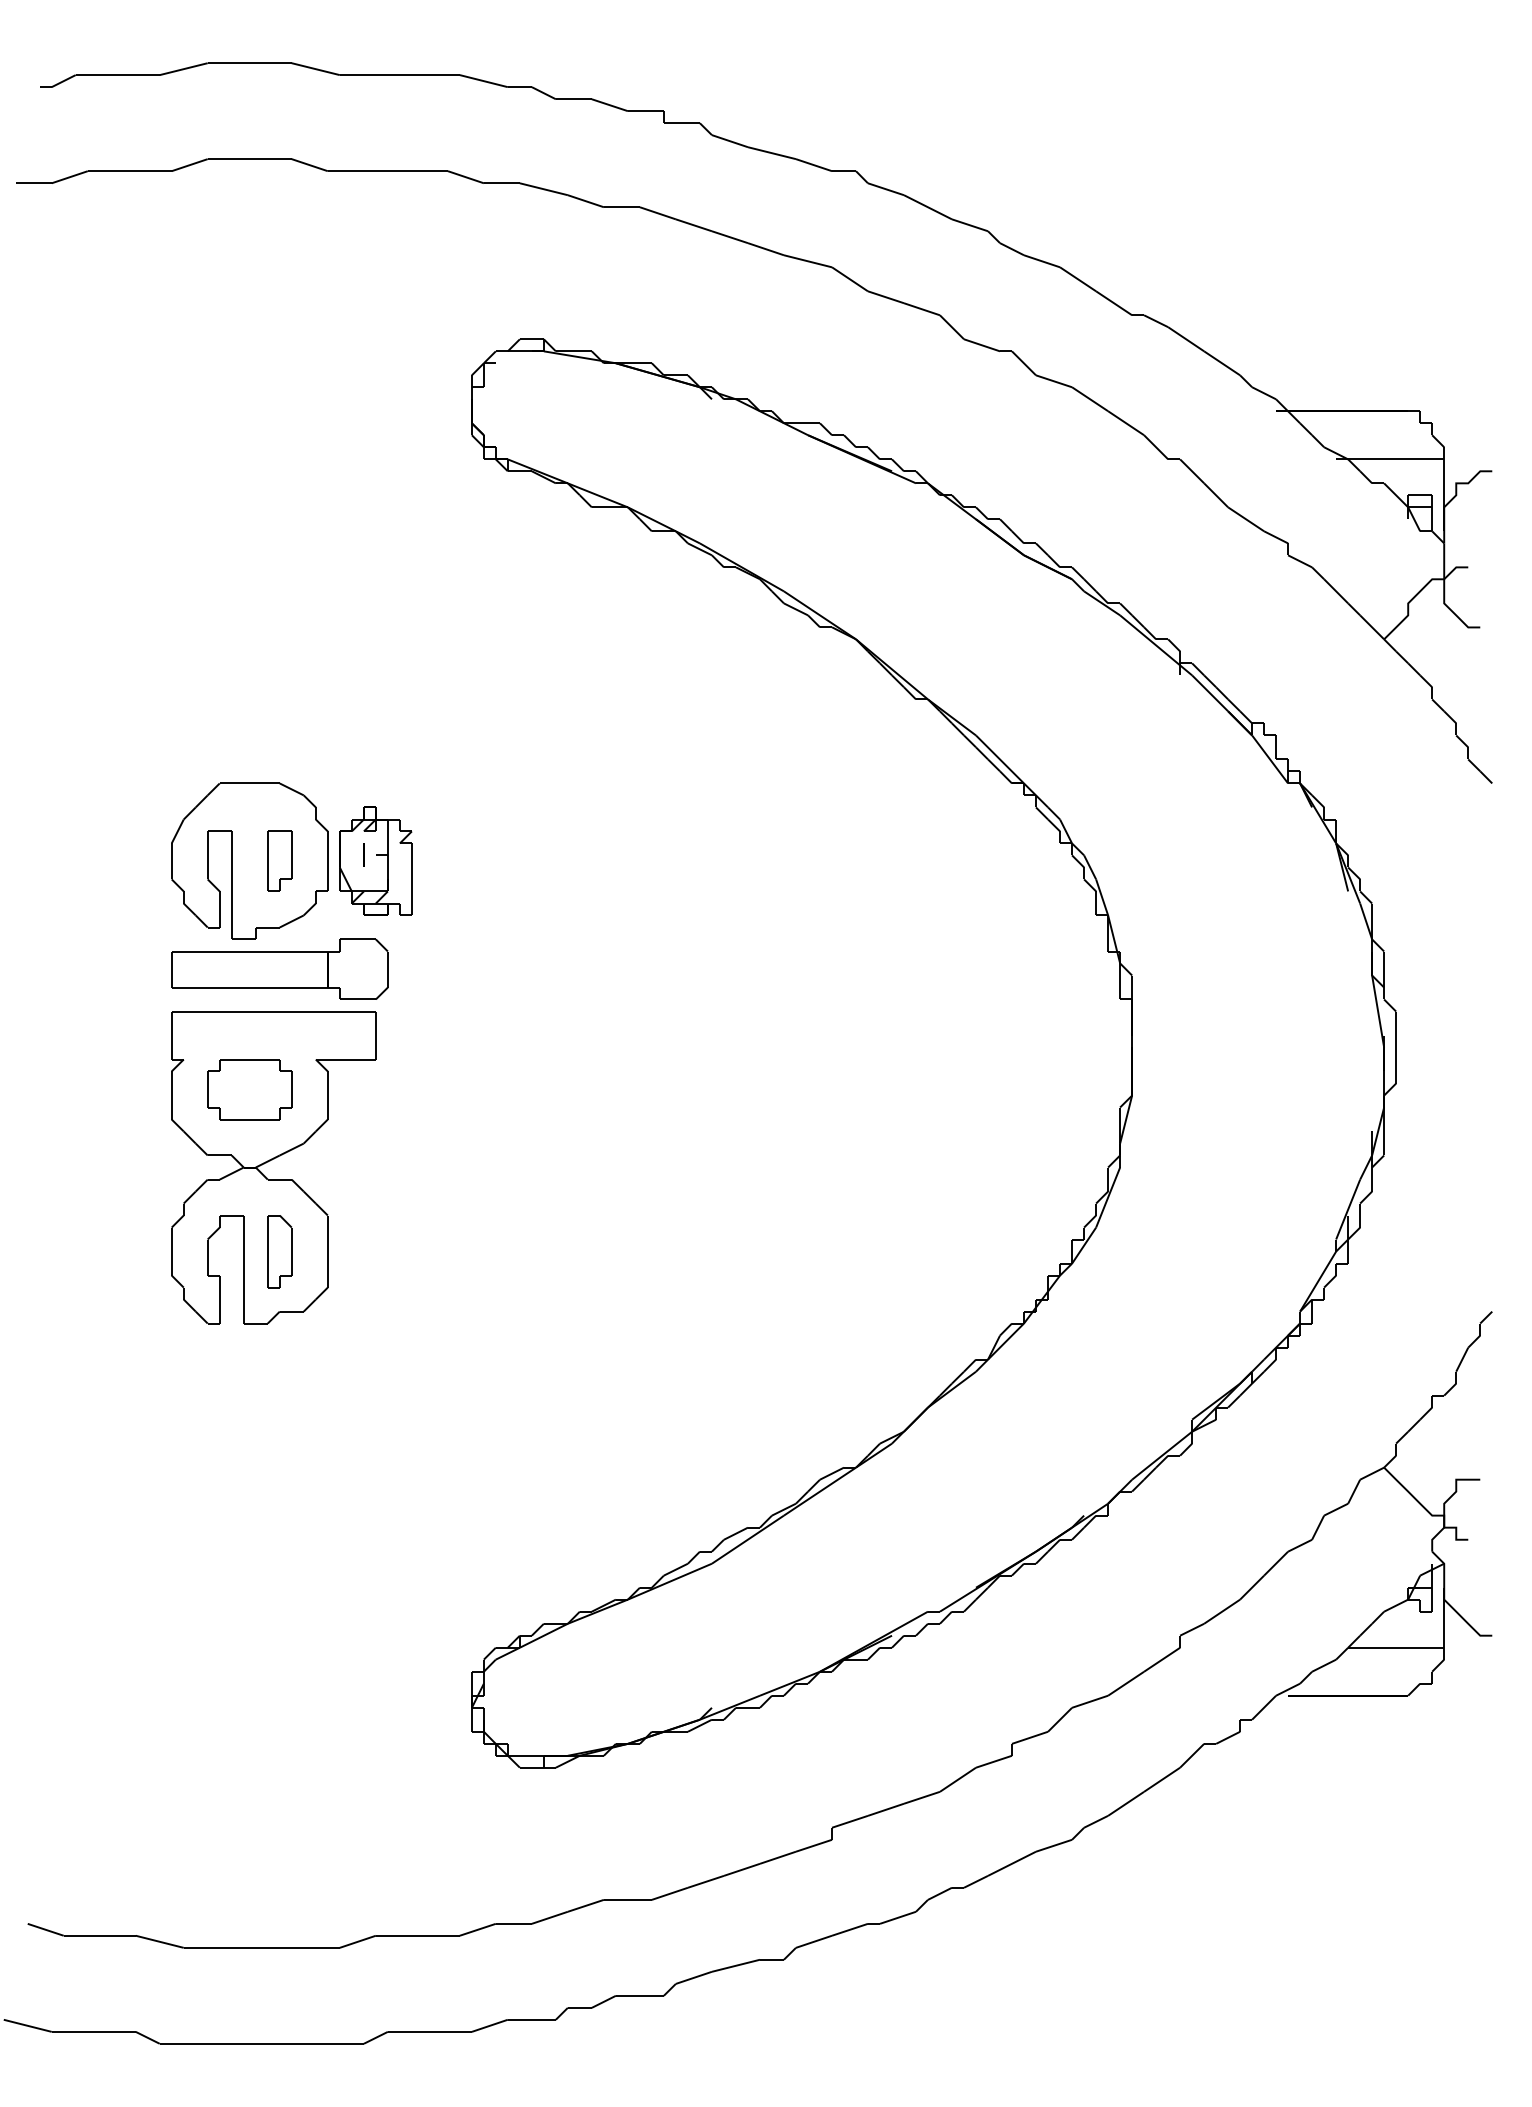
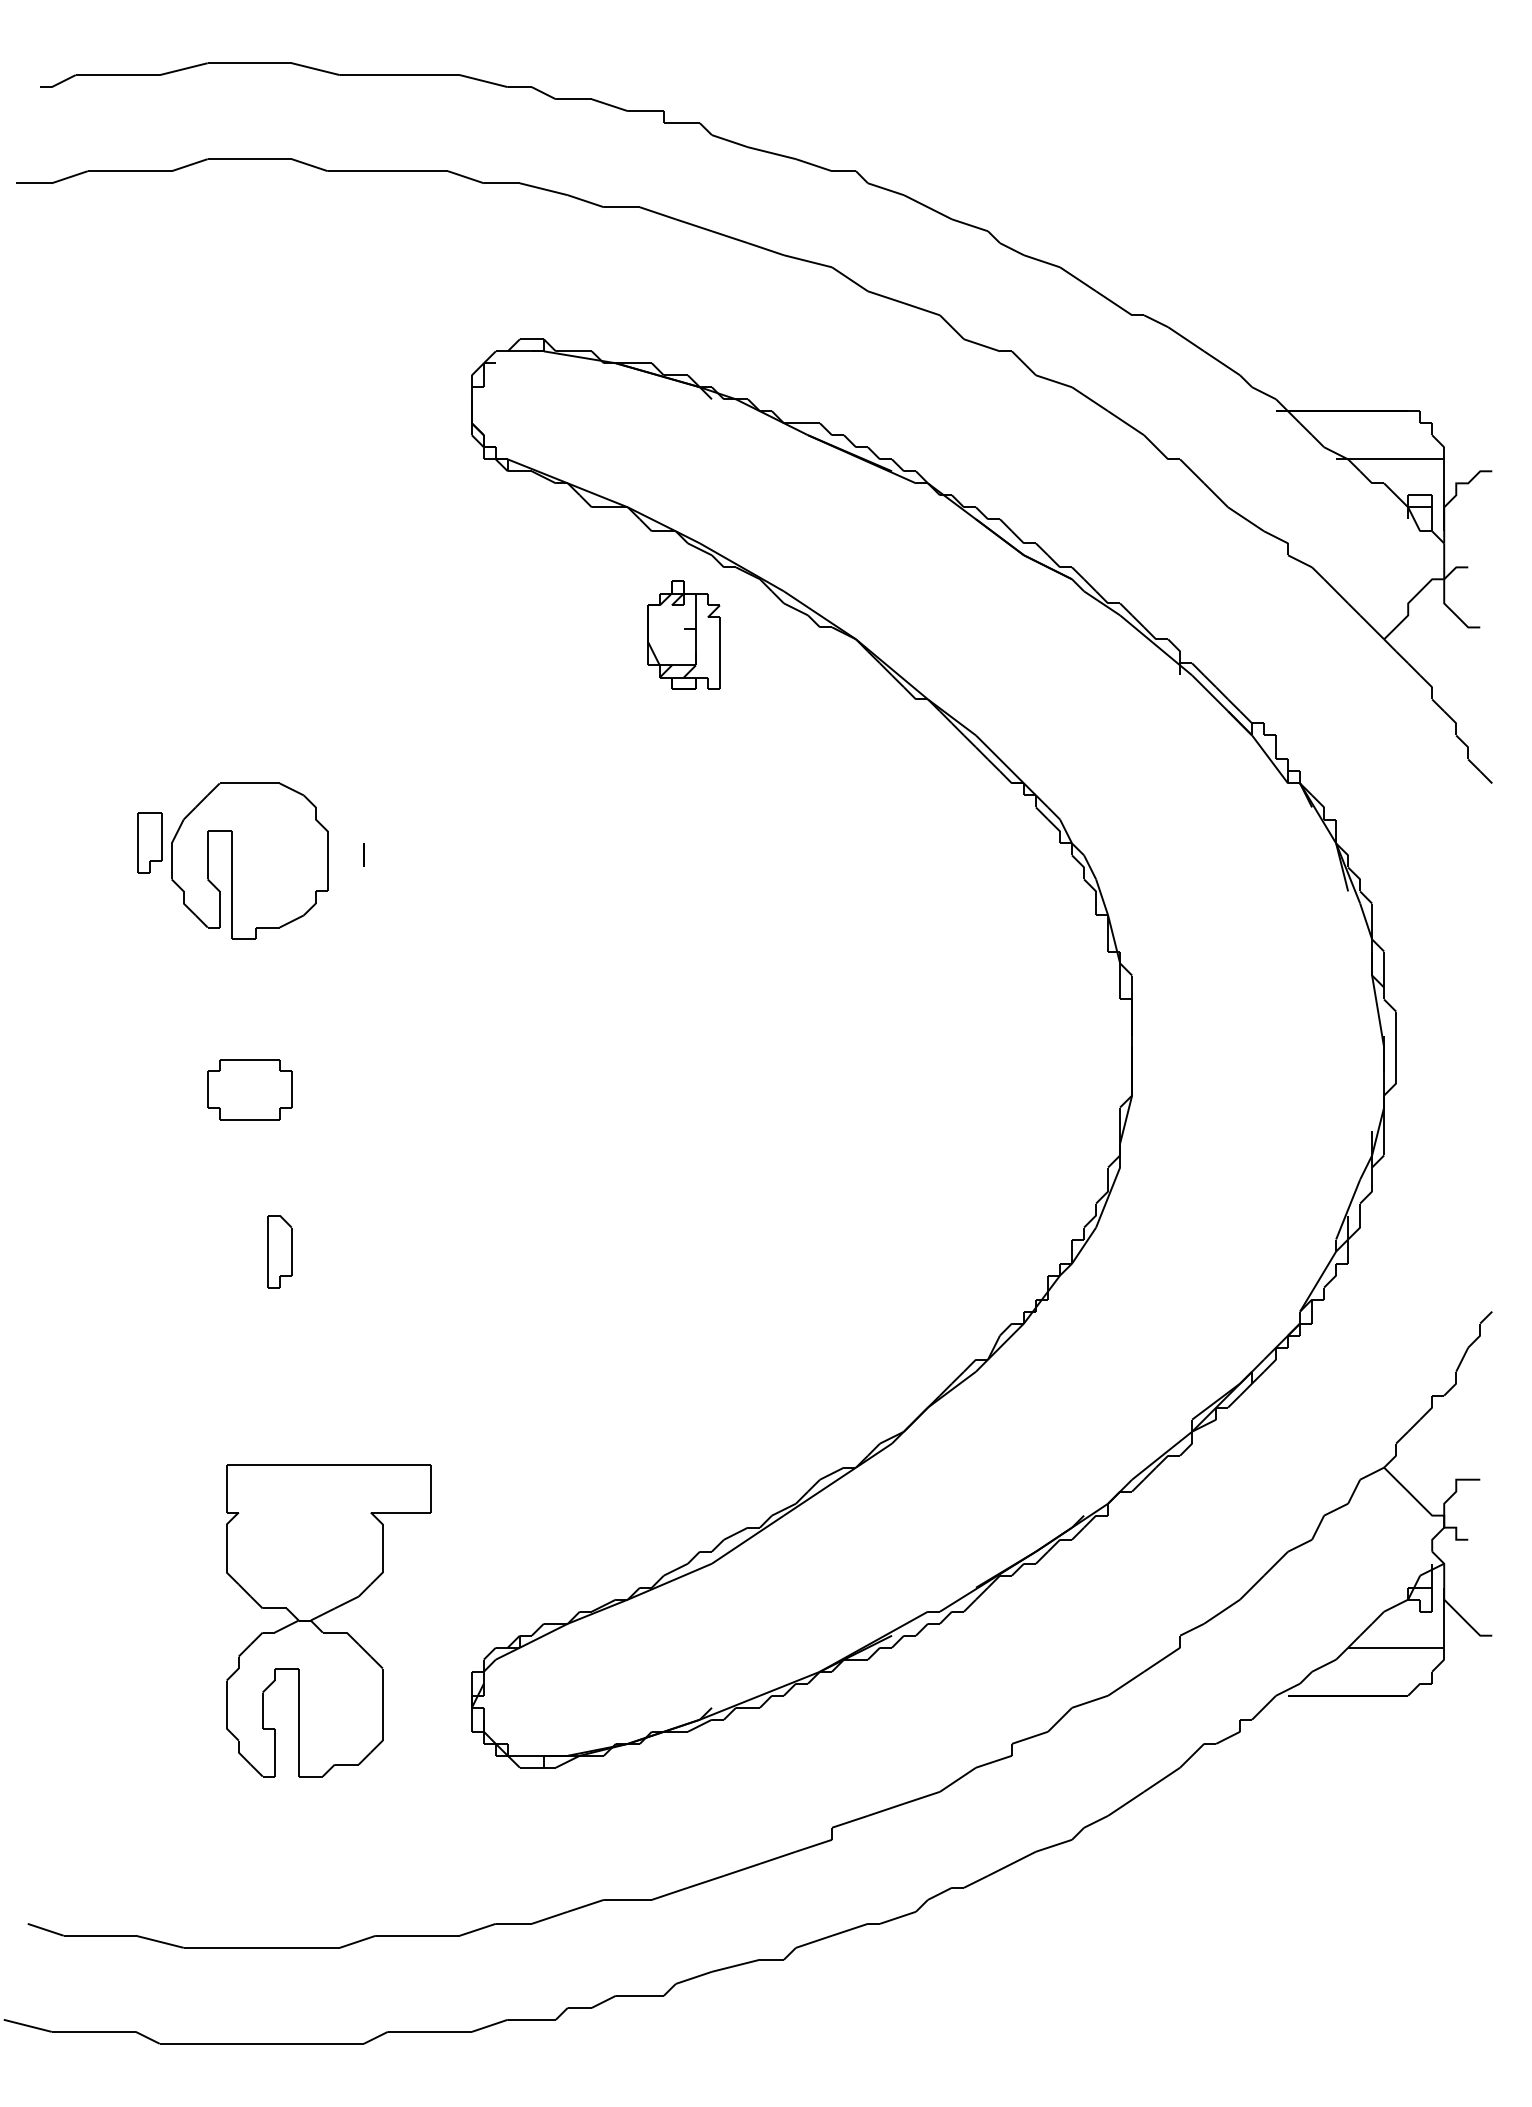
part at (279, 860) position: (279, 860) -> (149, 842)
part at (375, 860) position: (375, 860) -> (683, 634)
part at (279, 968): present -> none
part at (270, 1161) position: (270, 1161) -> (325, 1614)
